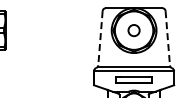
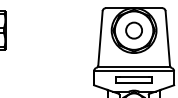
circle at (133, 30) size: 14x14 px -> 18x19 px
line at (100, 38): dashed -> solid
line at (167, 38): dashed -> solid
